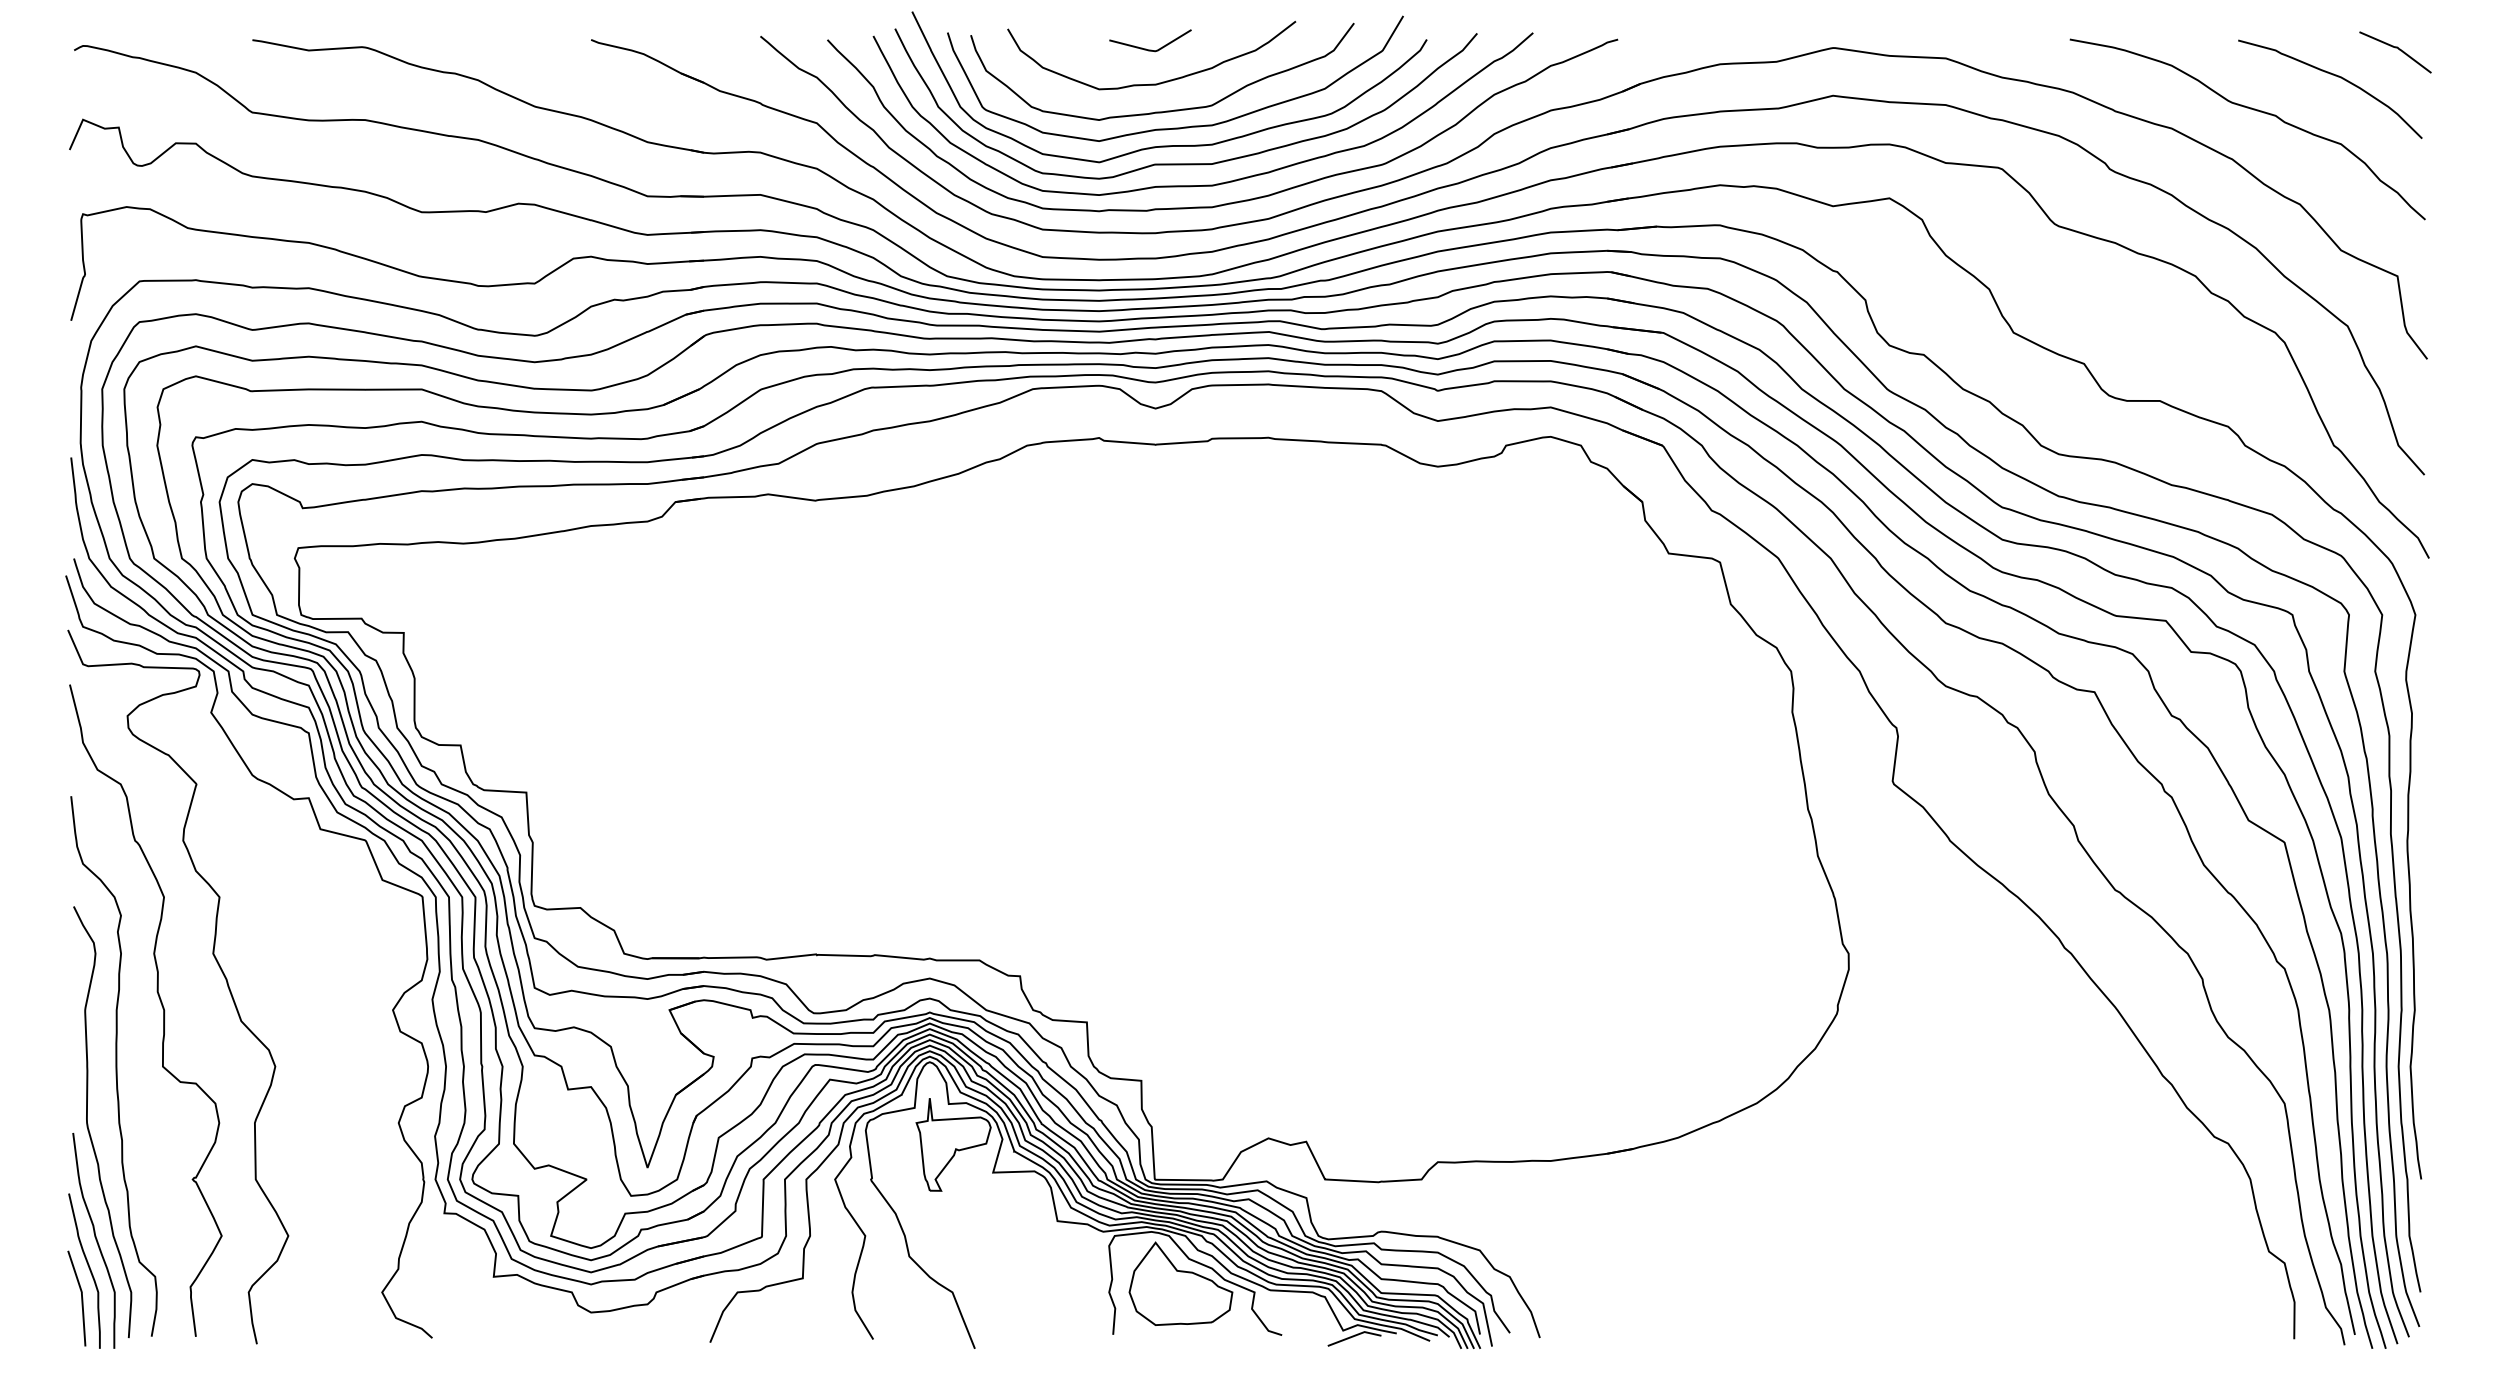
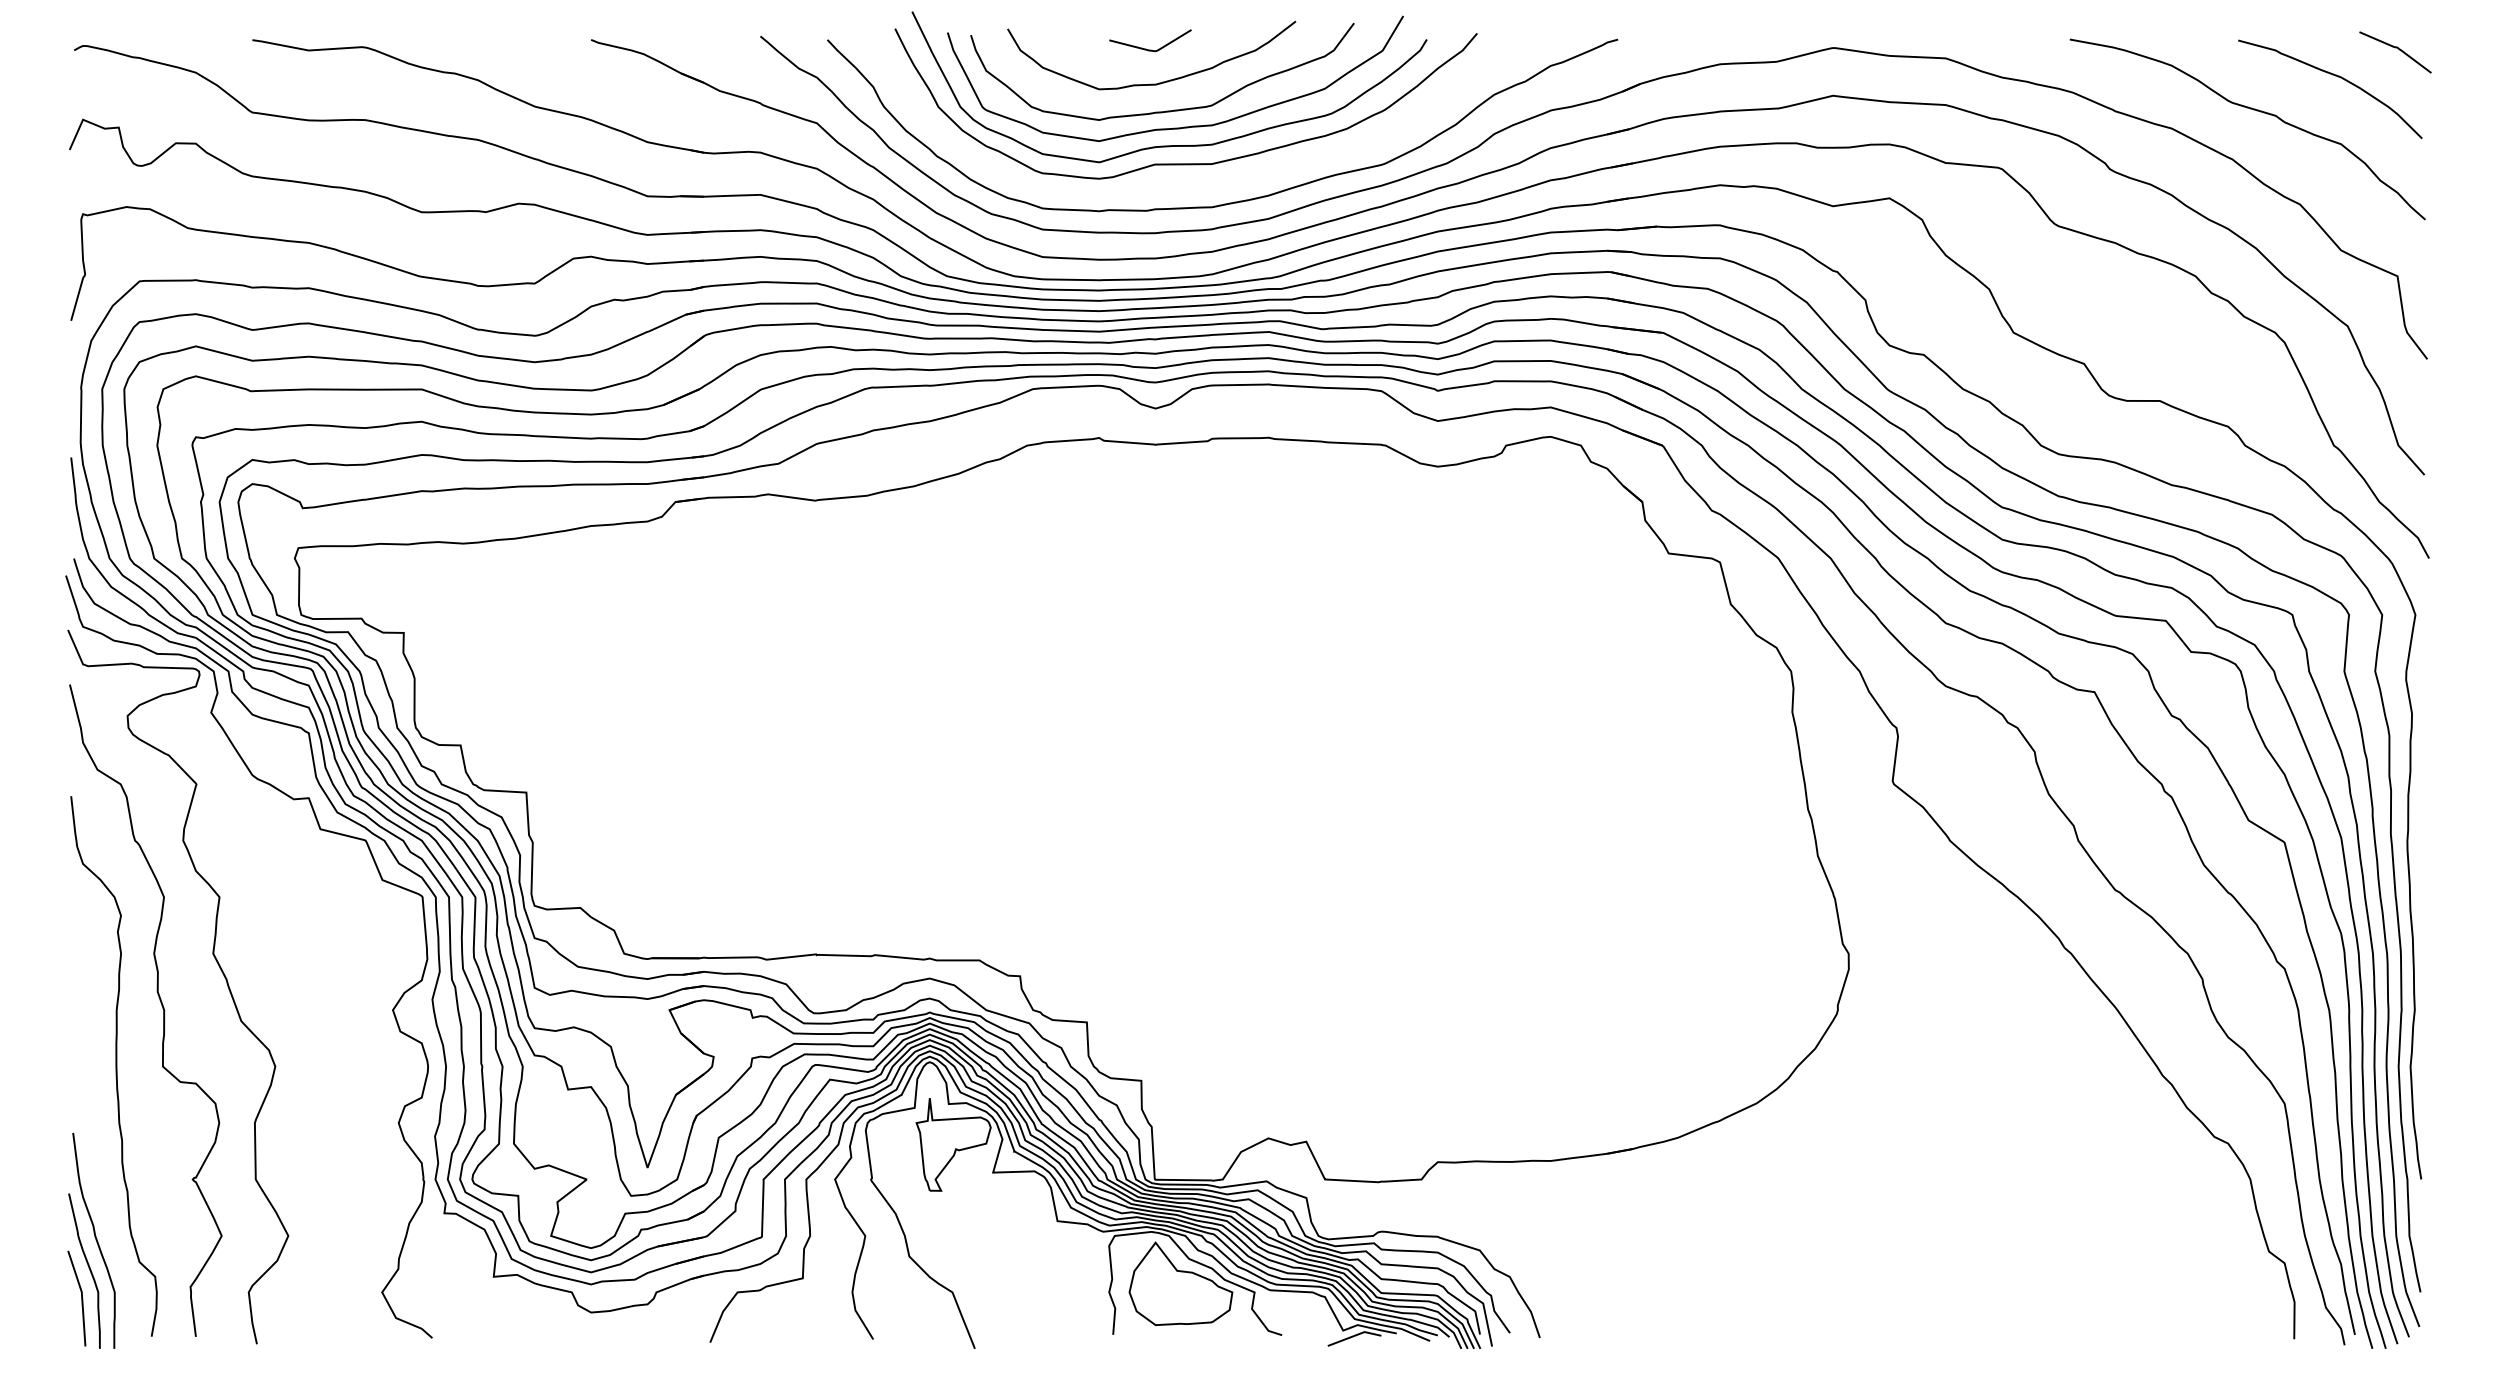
curve at (1205, 184): present -> none
curve at (88, 1124): present -> none
